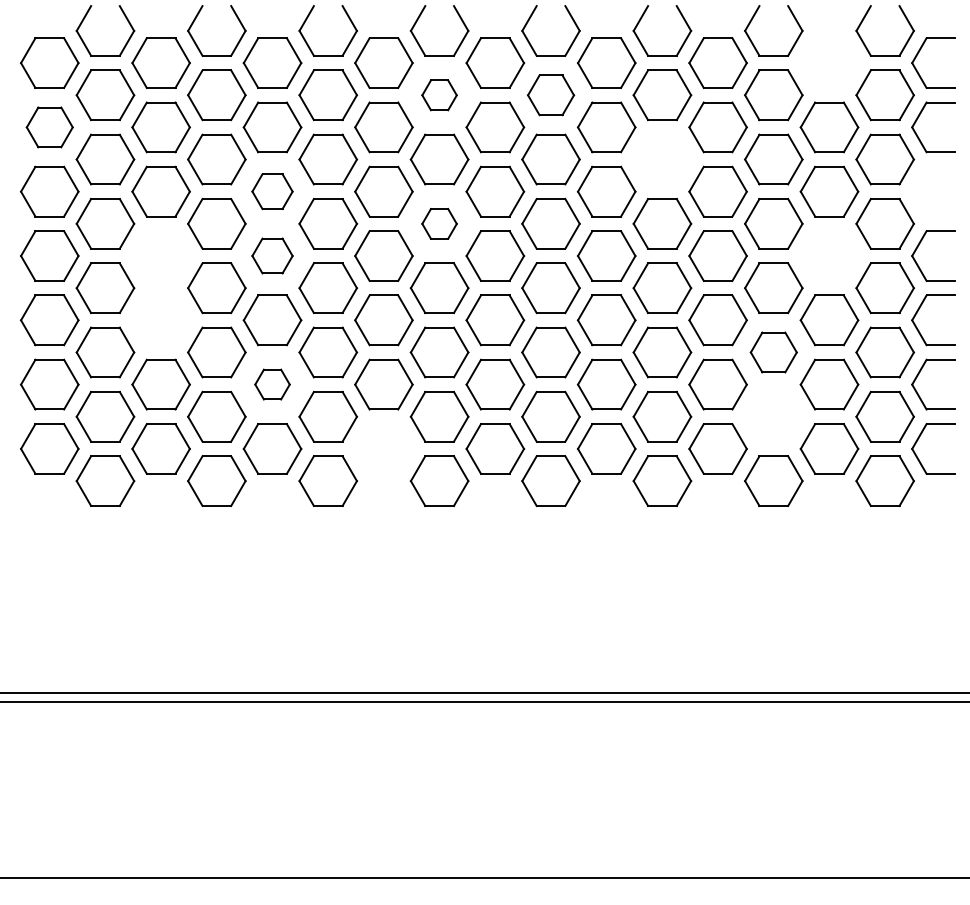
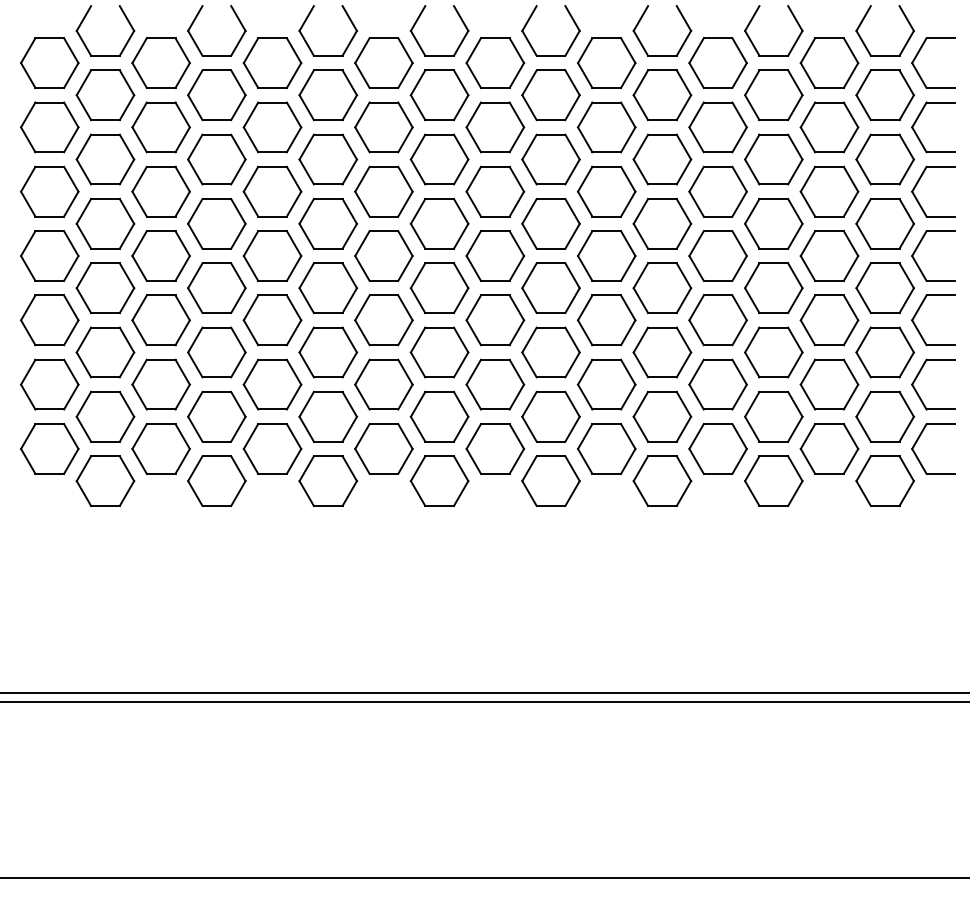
part at (829, 62): none -> present
part at (439, 95) size: 37x33 px -> 61x53 px
part at (551, 95) size: 49x43 px -> 60x53 px
part at (49, 127) size: 49x43 px -> 60x53 px
part at (662, 159): none -> present
part at (919, 181): none -> present
part at (272, 191) size: 43x38 px -> 61x53 px
part at (439, 223) size: 37x32 px -> 61x52 px
part at (160, 255): none -> present
part at (272, 255) size: 43x38 px -> 61x52 px
part at (829, 255): none -> present
part at (160, 320): none -> present
part at (773, 352) size: 49x43 px -> 60x53 px
part at (272, 384) size: 37x33 px -> 61x53 px
part at (773, 416): none -> present
part at (383, 448): none -> present
